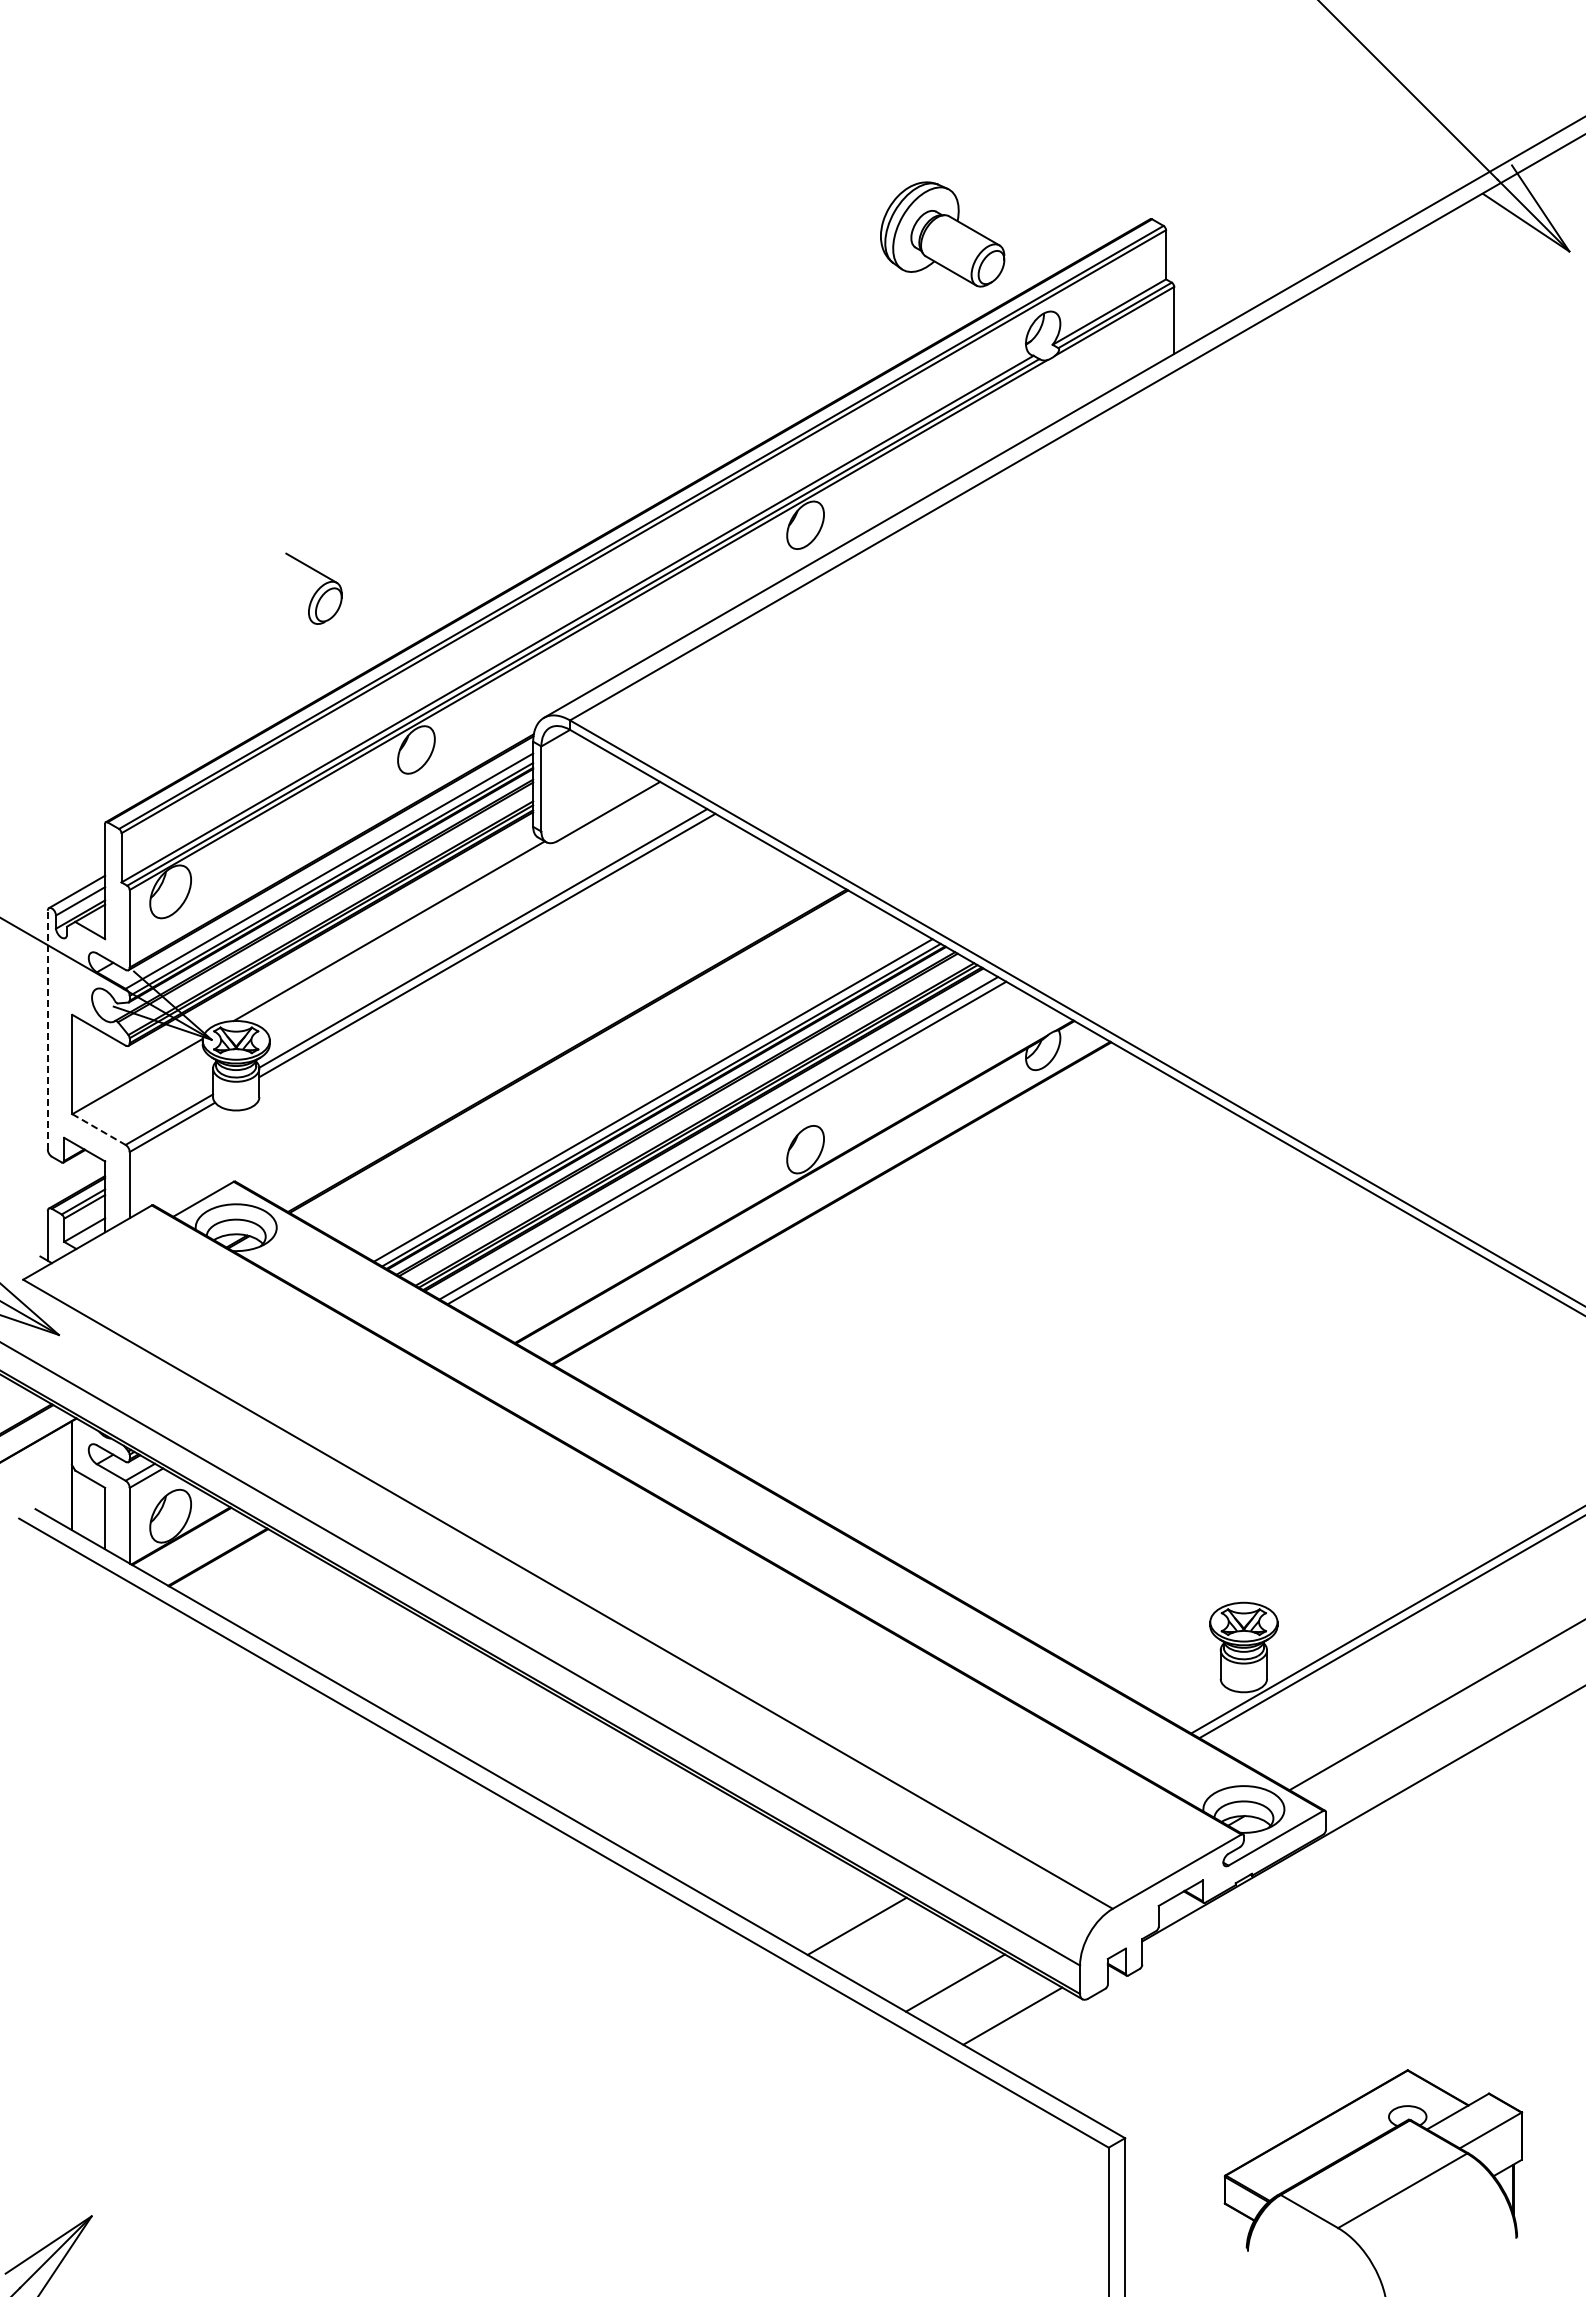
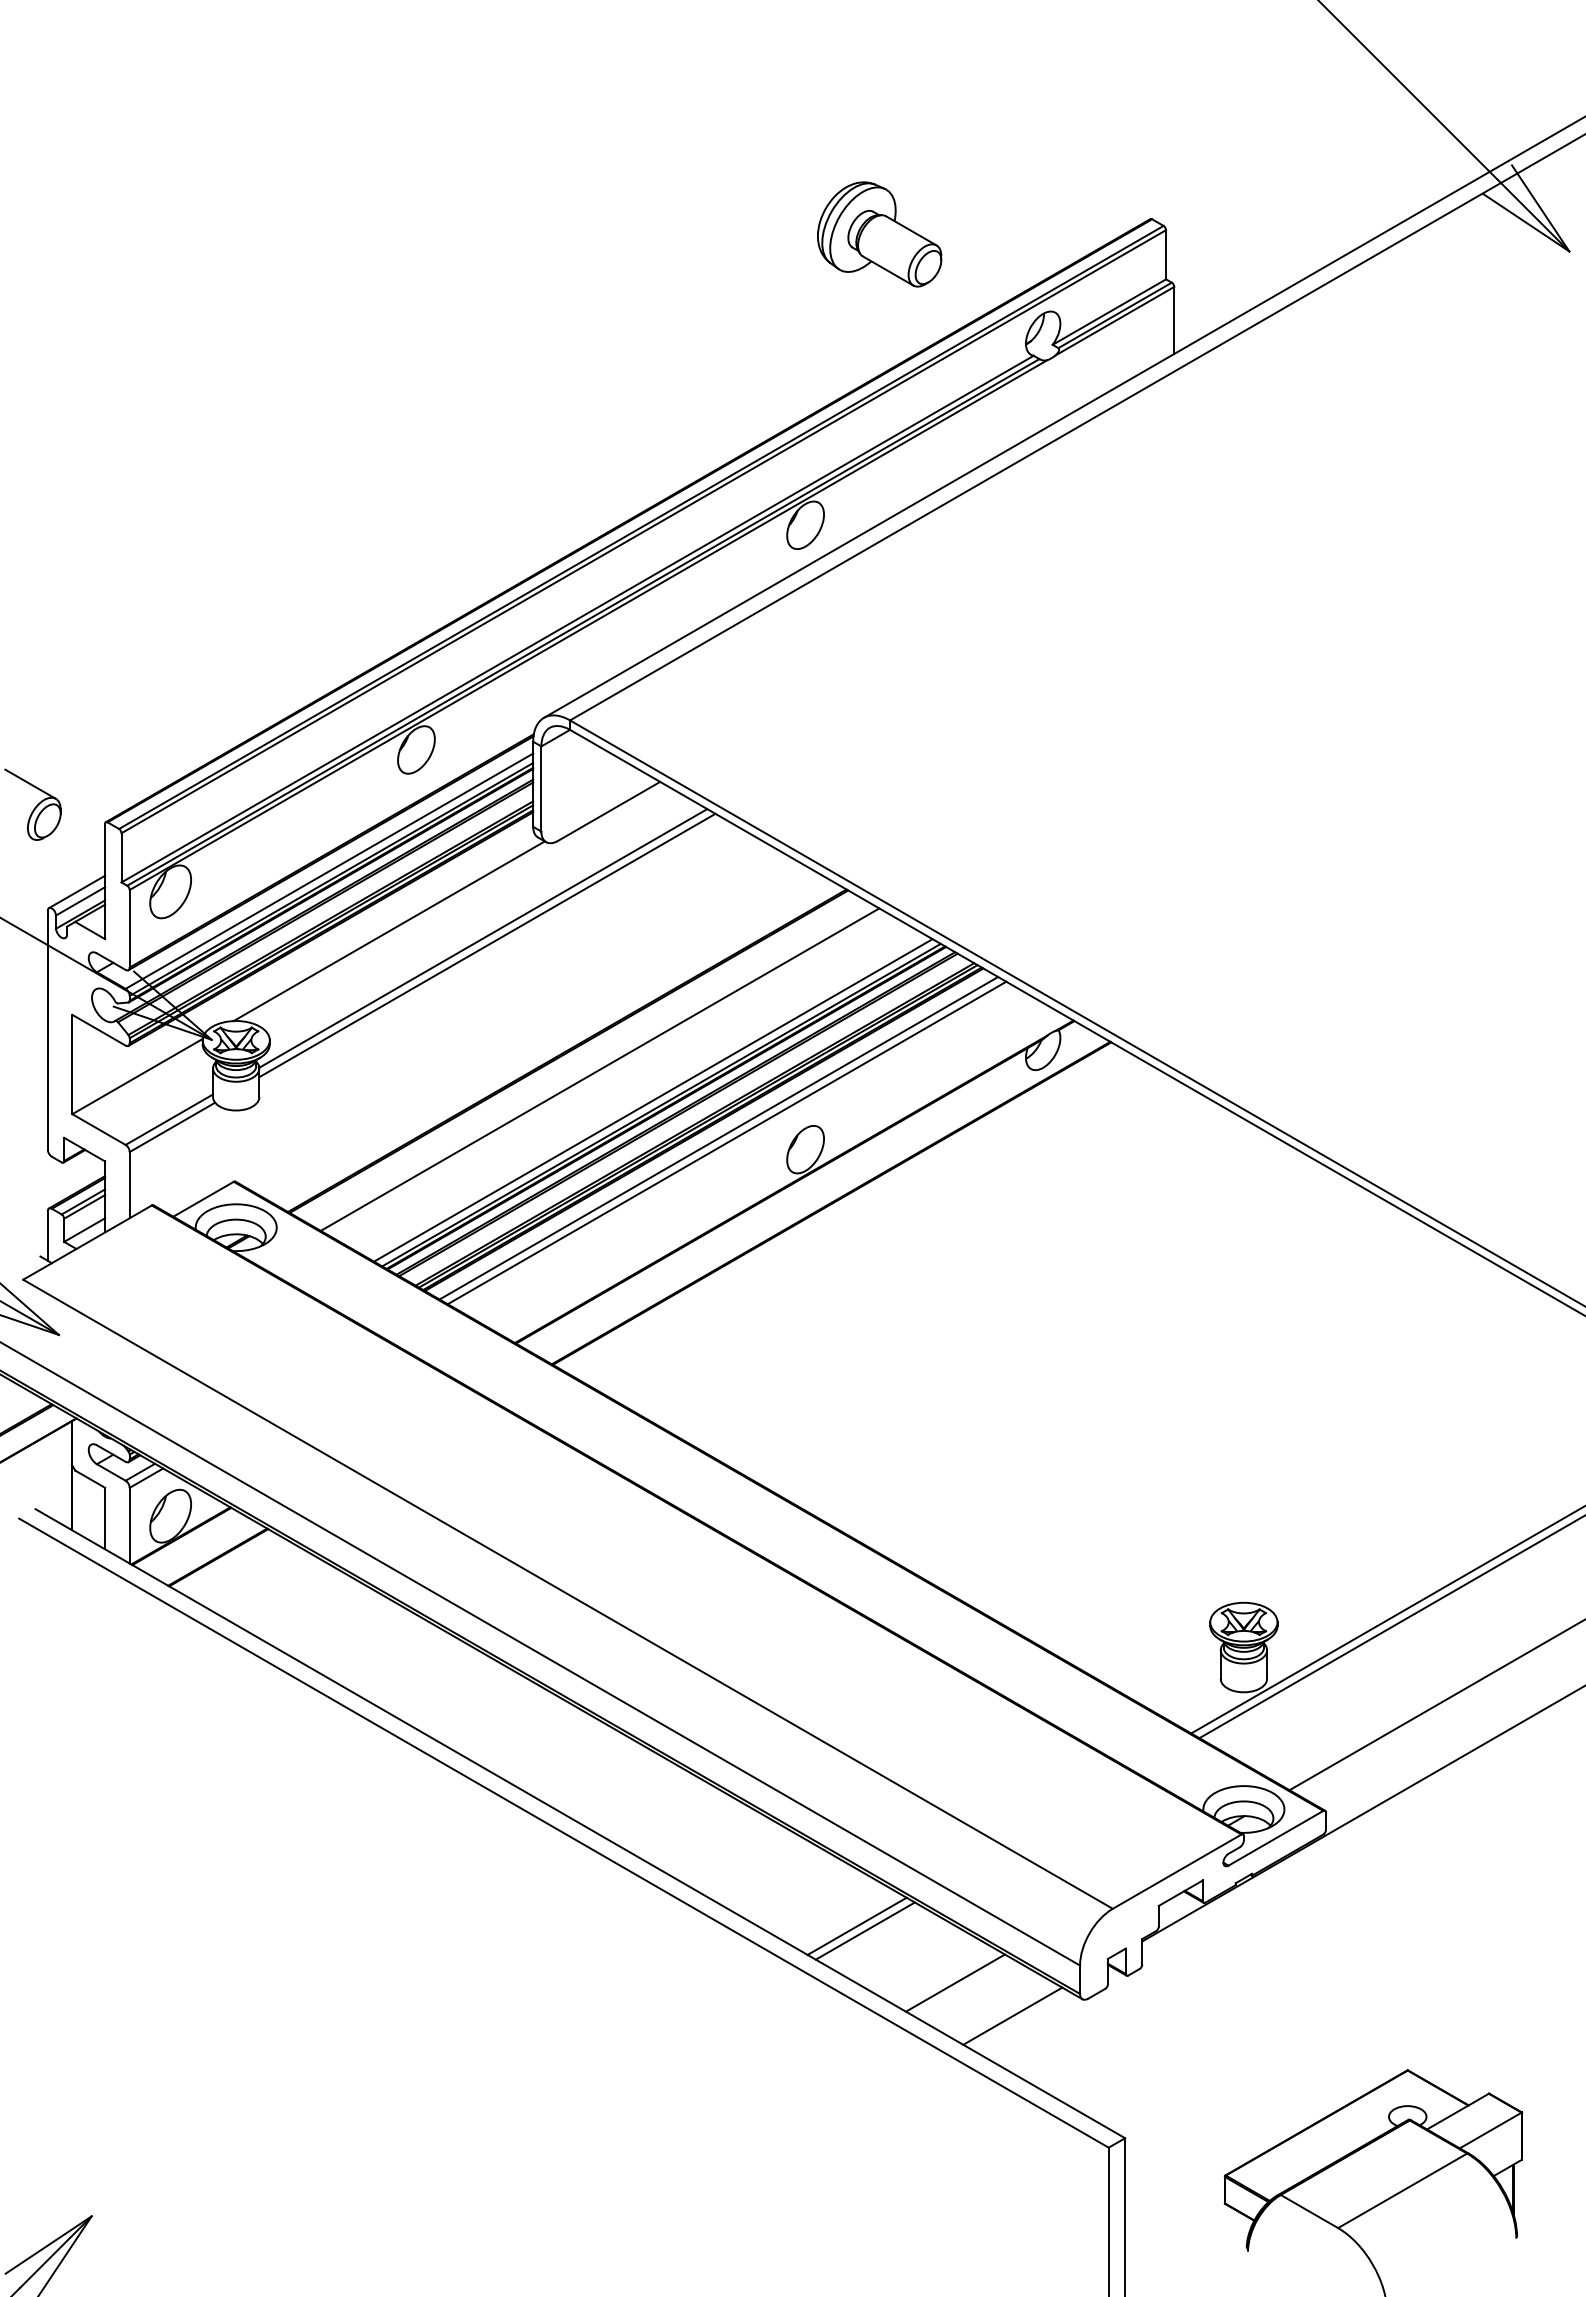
part at (942, 234) position: (942, 234) -> (879, 234)
part at (313, 588) position: (313, 588) -> (32, 804)
line at (47, 1029): dashed -> solid
line at (599, 1069): none -> present
line at (99, 1129): dashed -> solid
line at (864, 1930): none -> present
